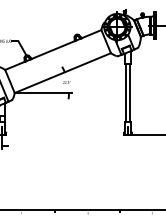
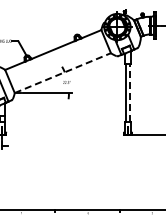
line at (63, 72): solid -> dashed
line at (130, 92): solid -> dashed
